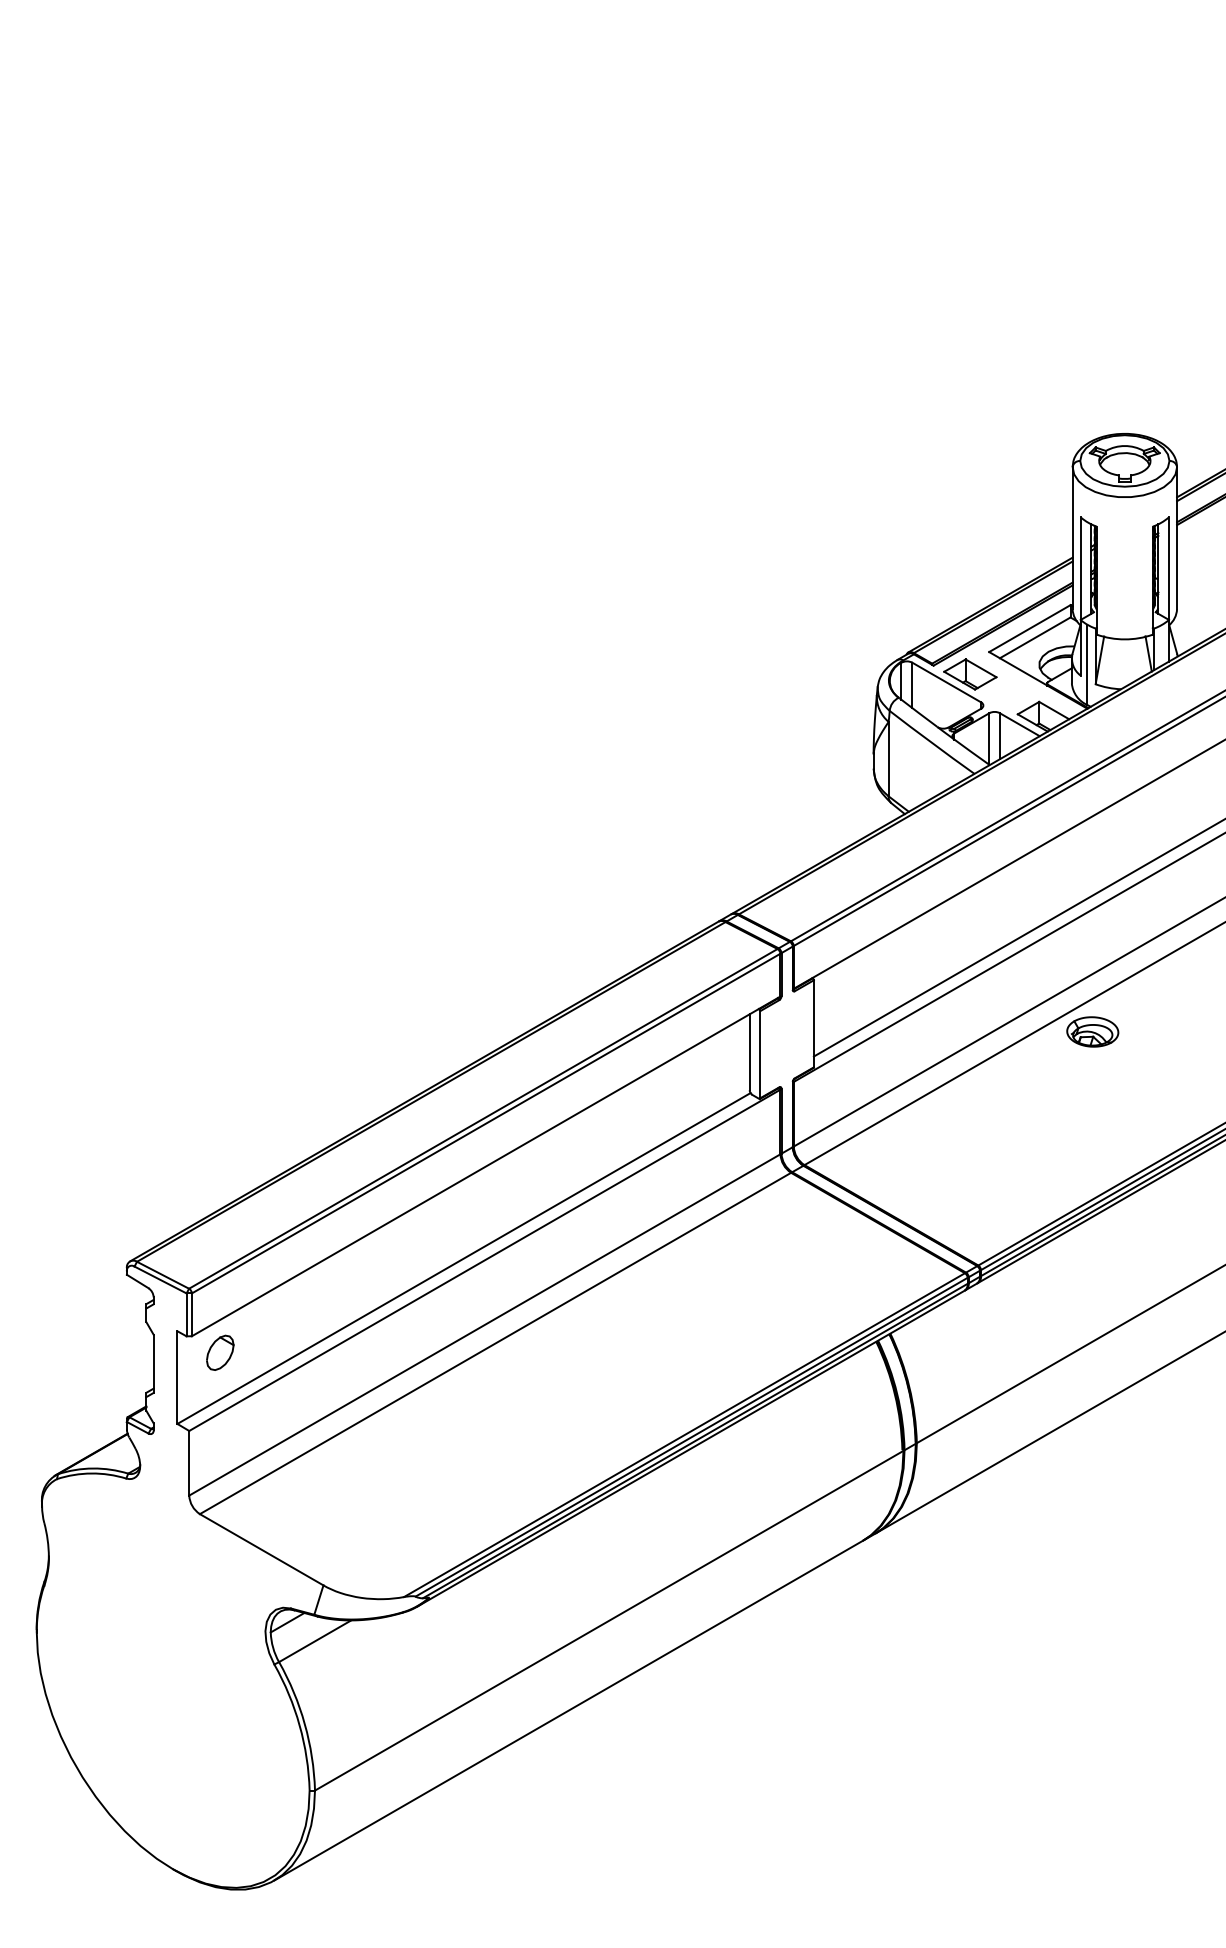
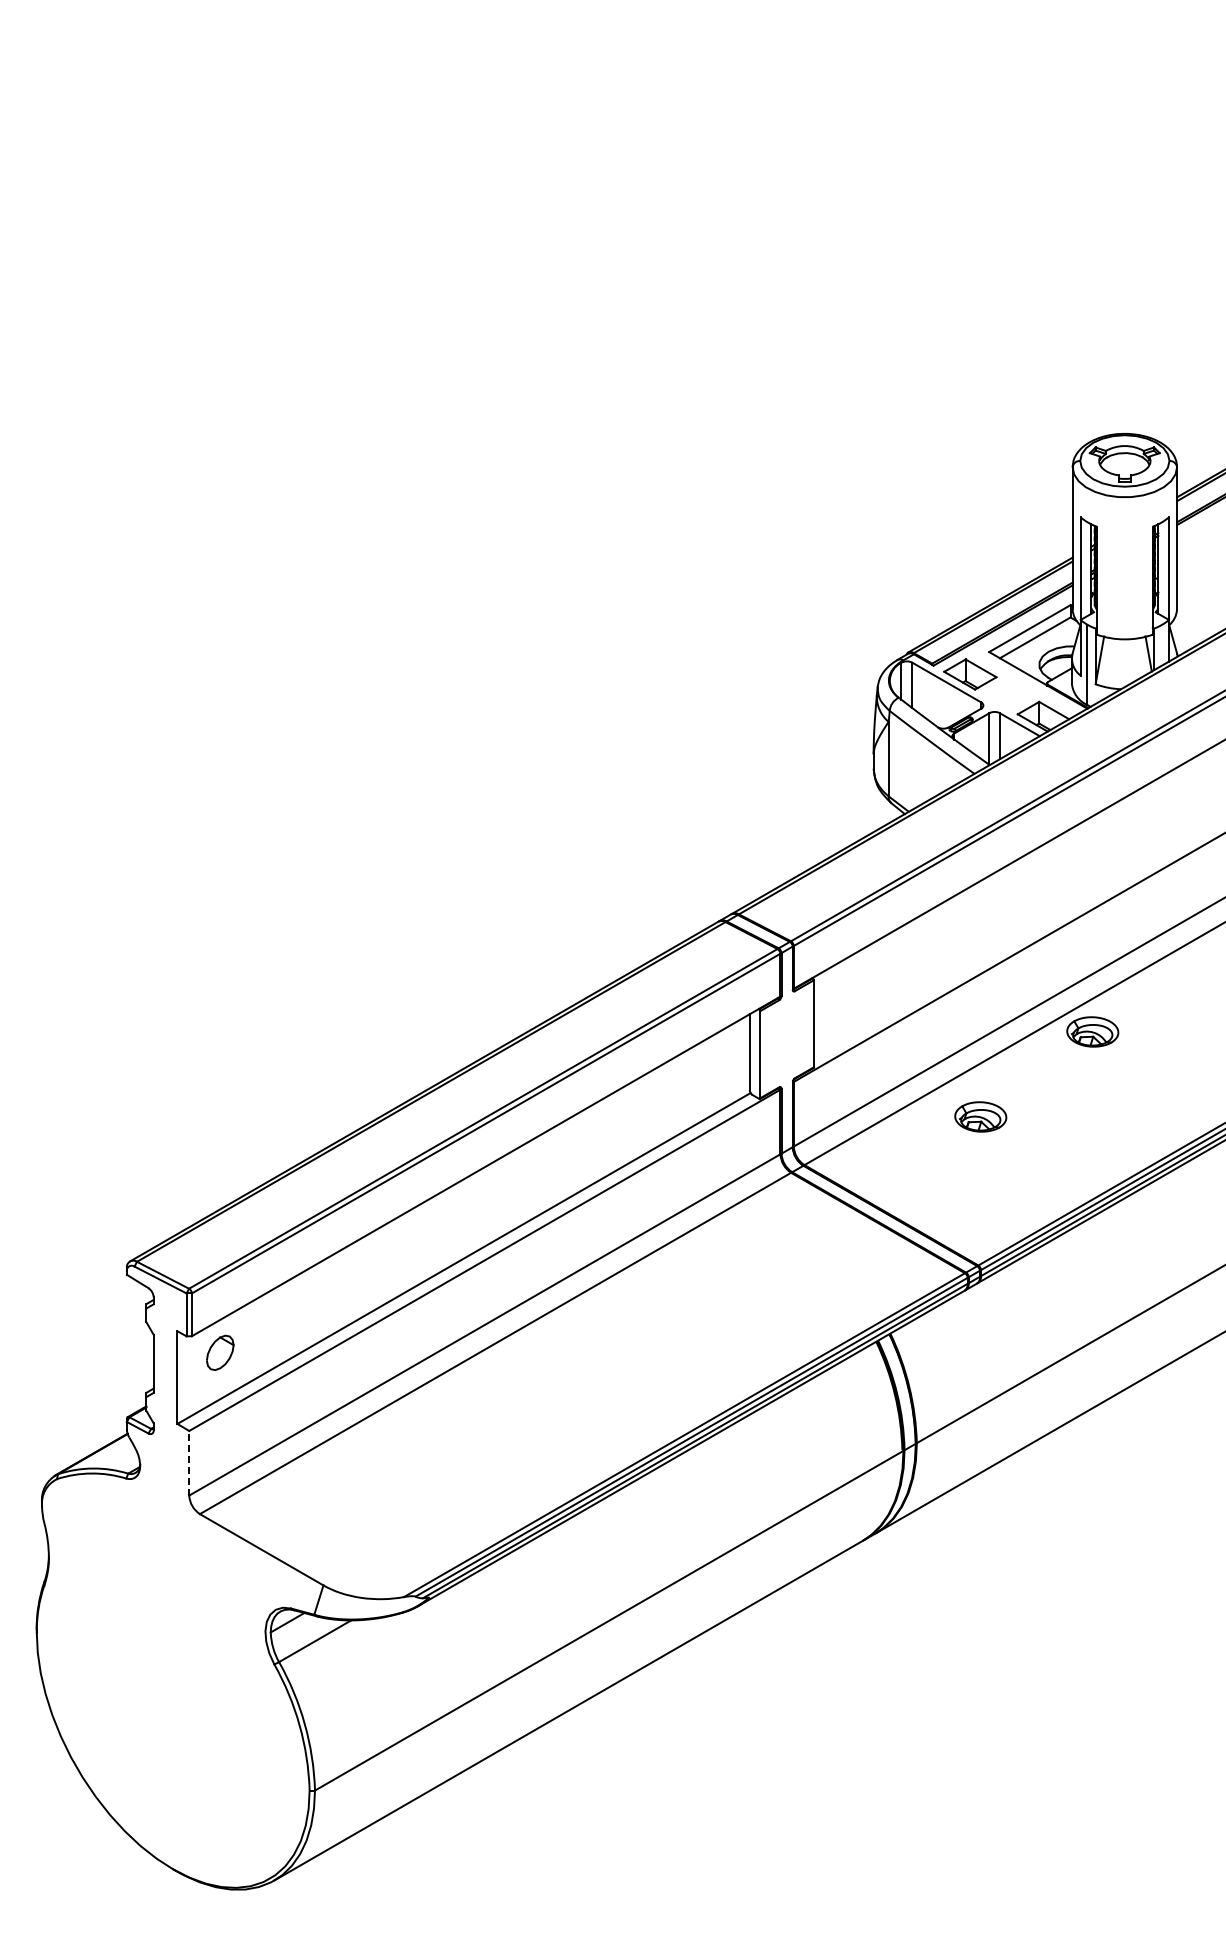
line at (1017, 938): present -> none
part at (980, 1116): none -> present
line at (189, 1462): solid -> dashed
